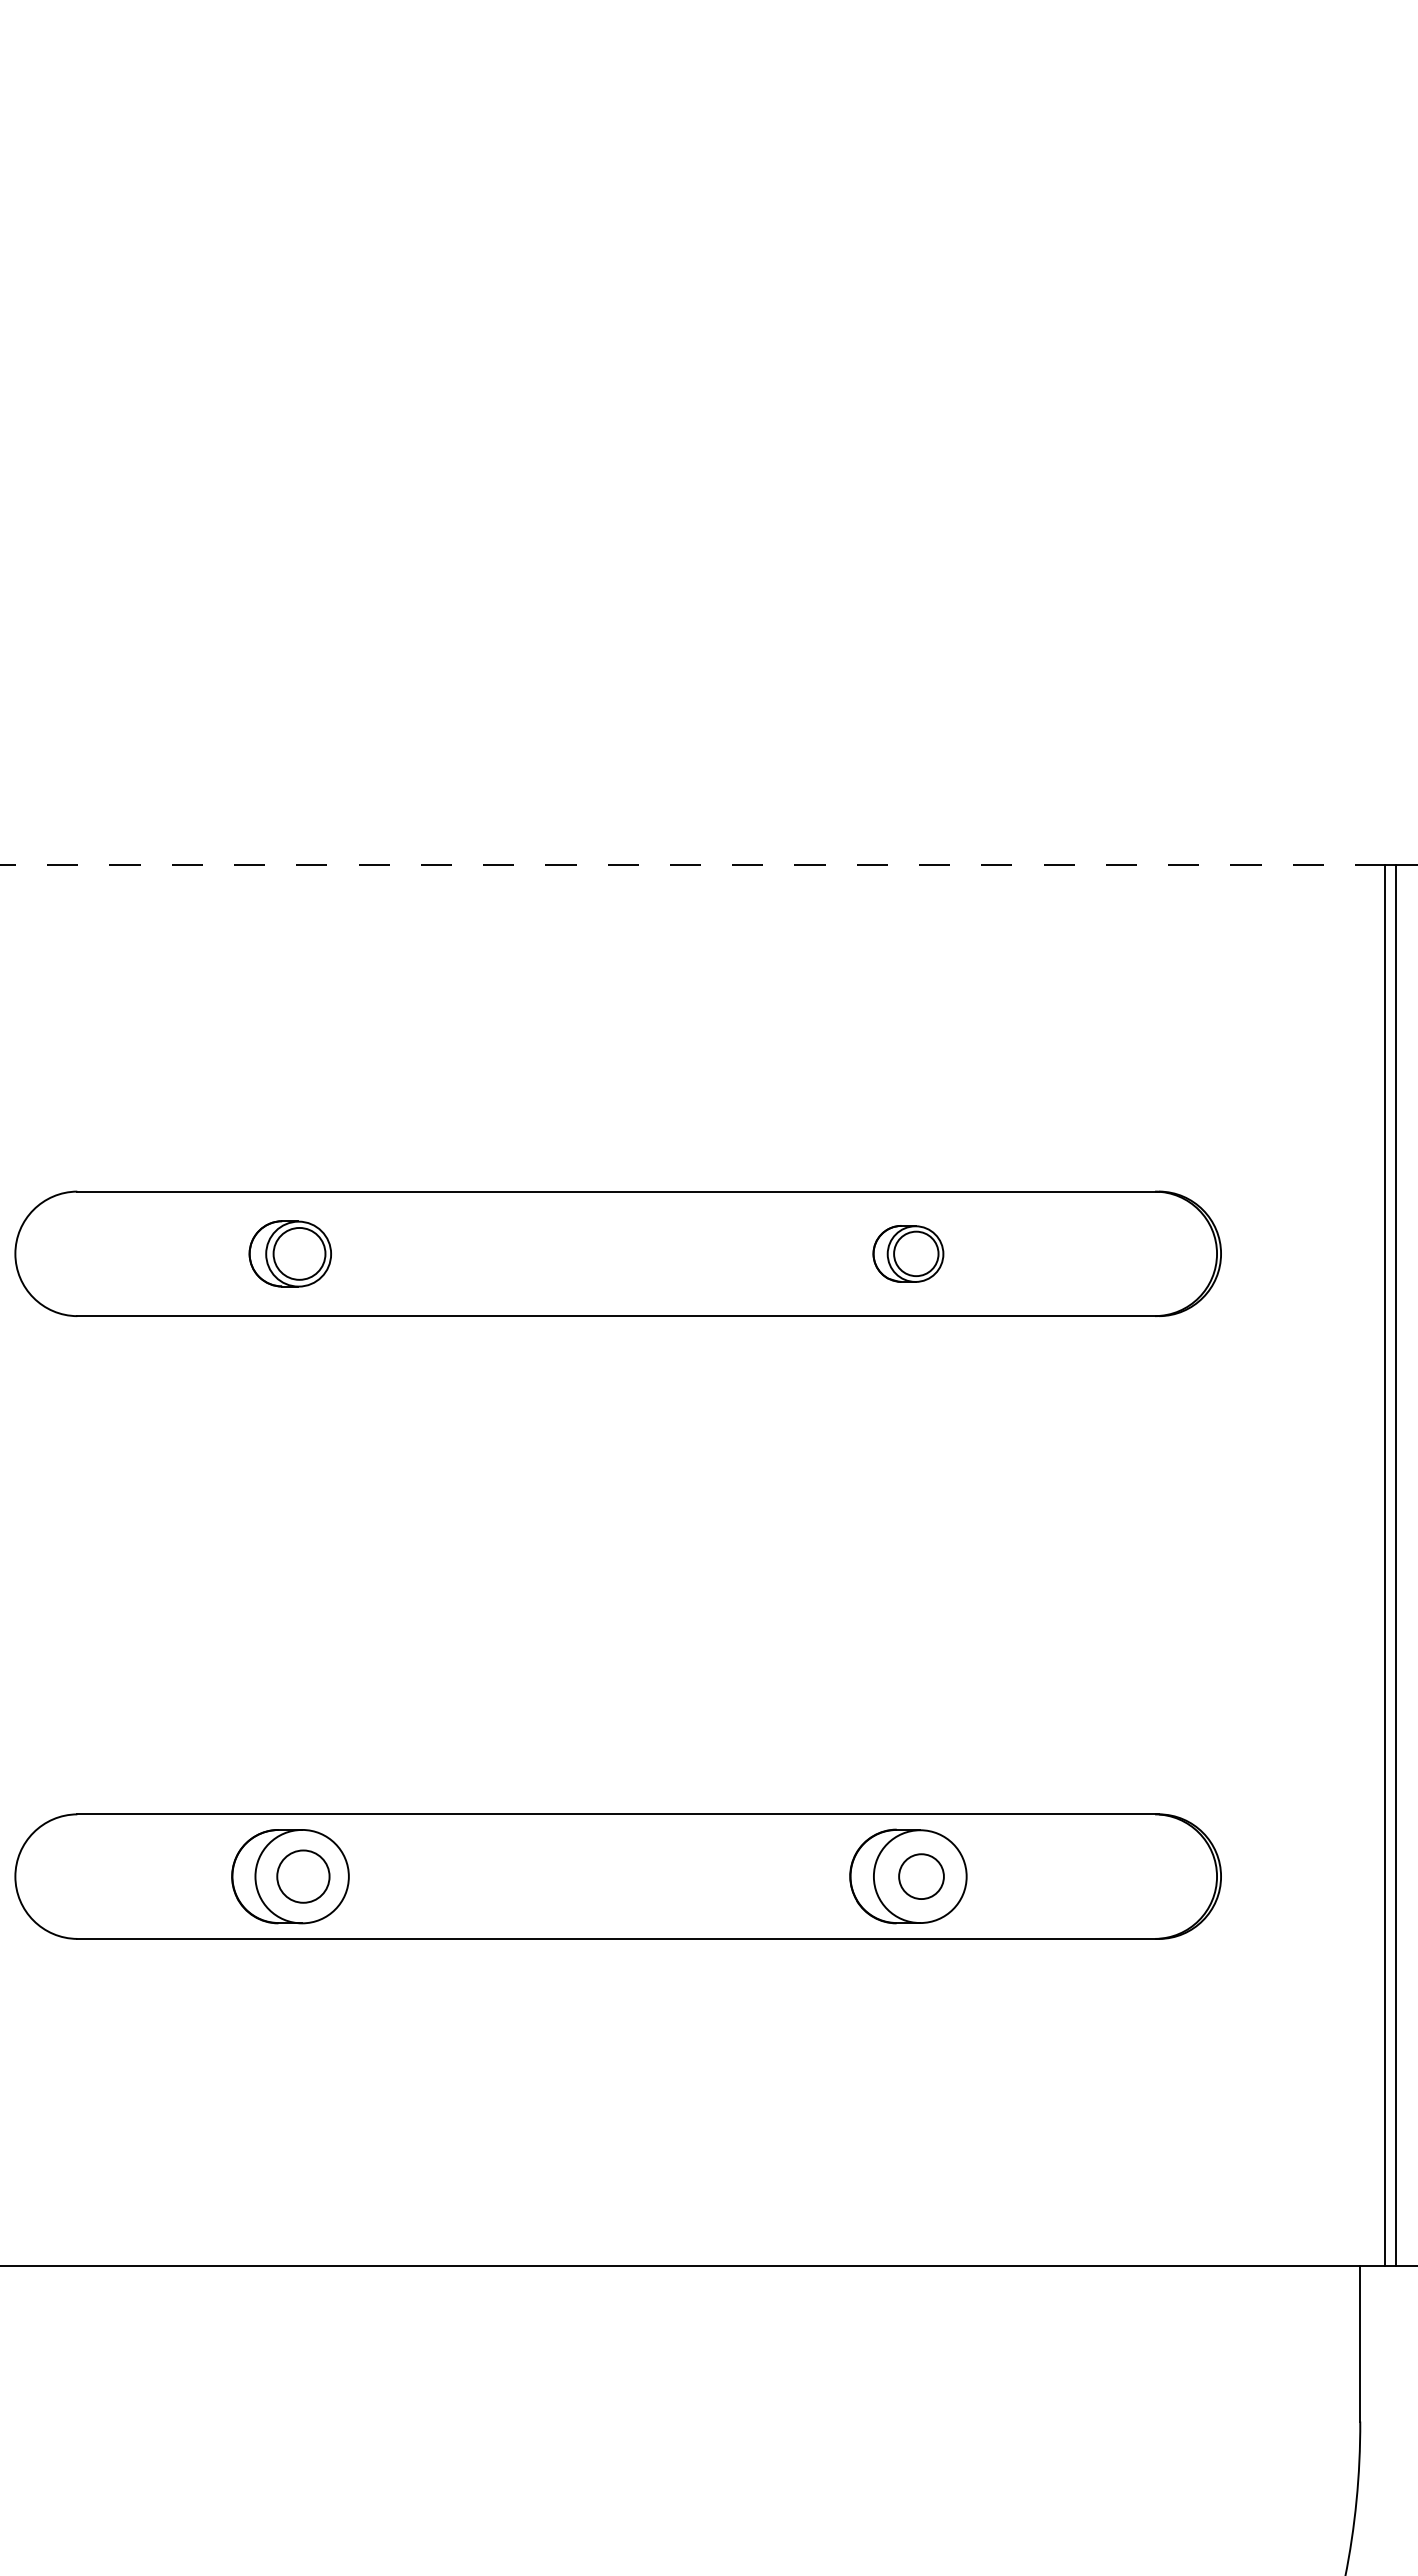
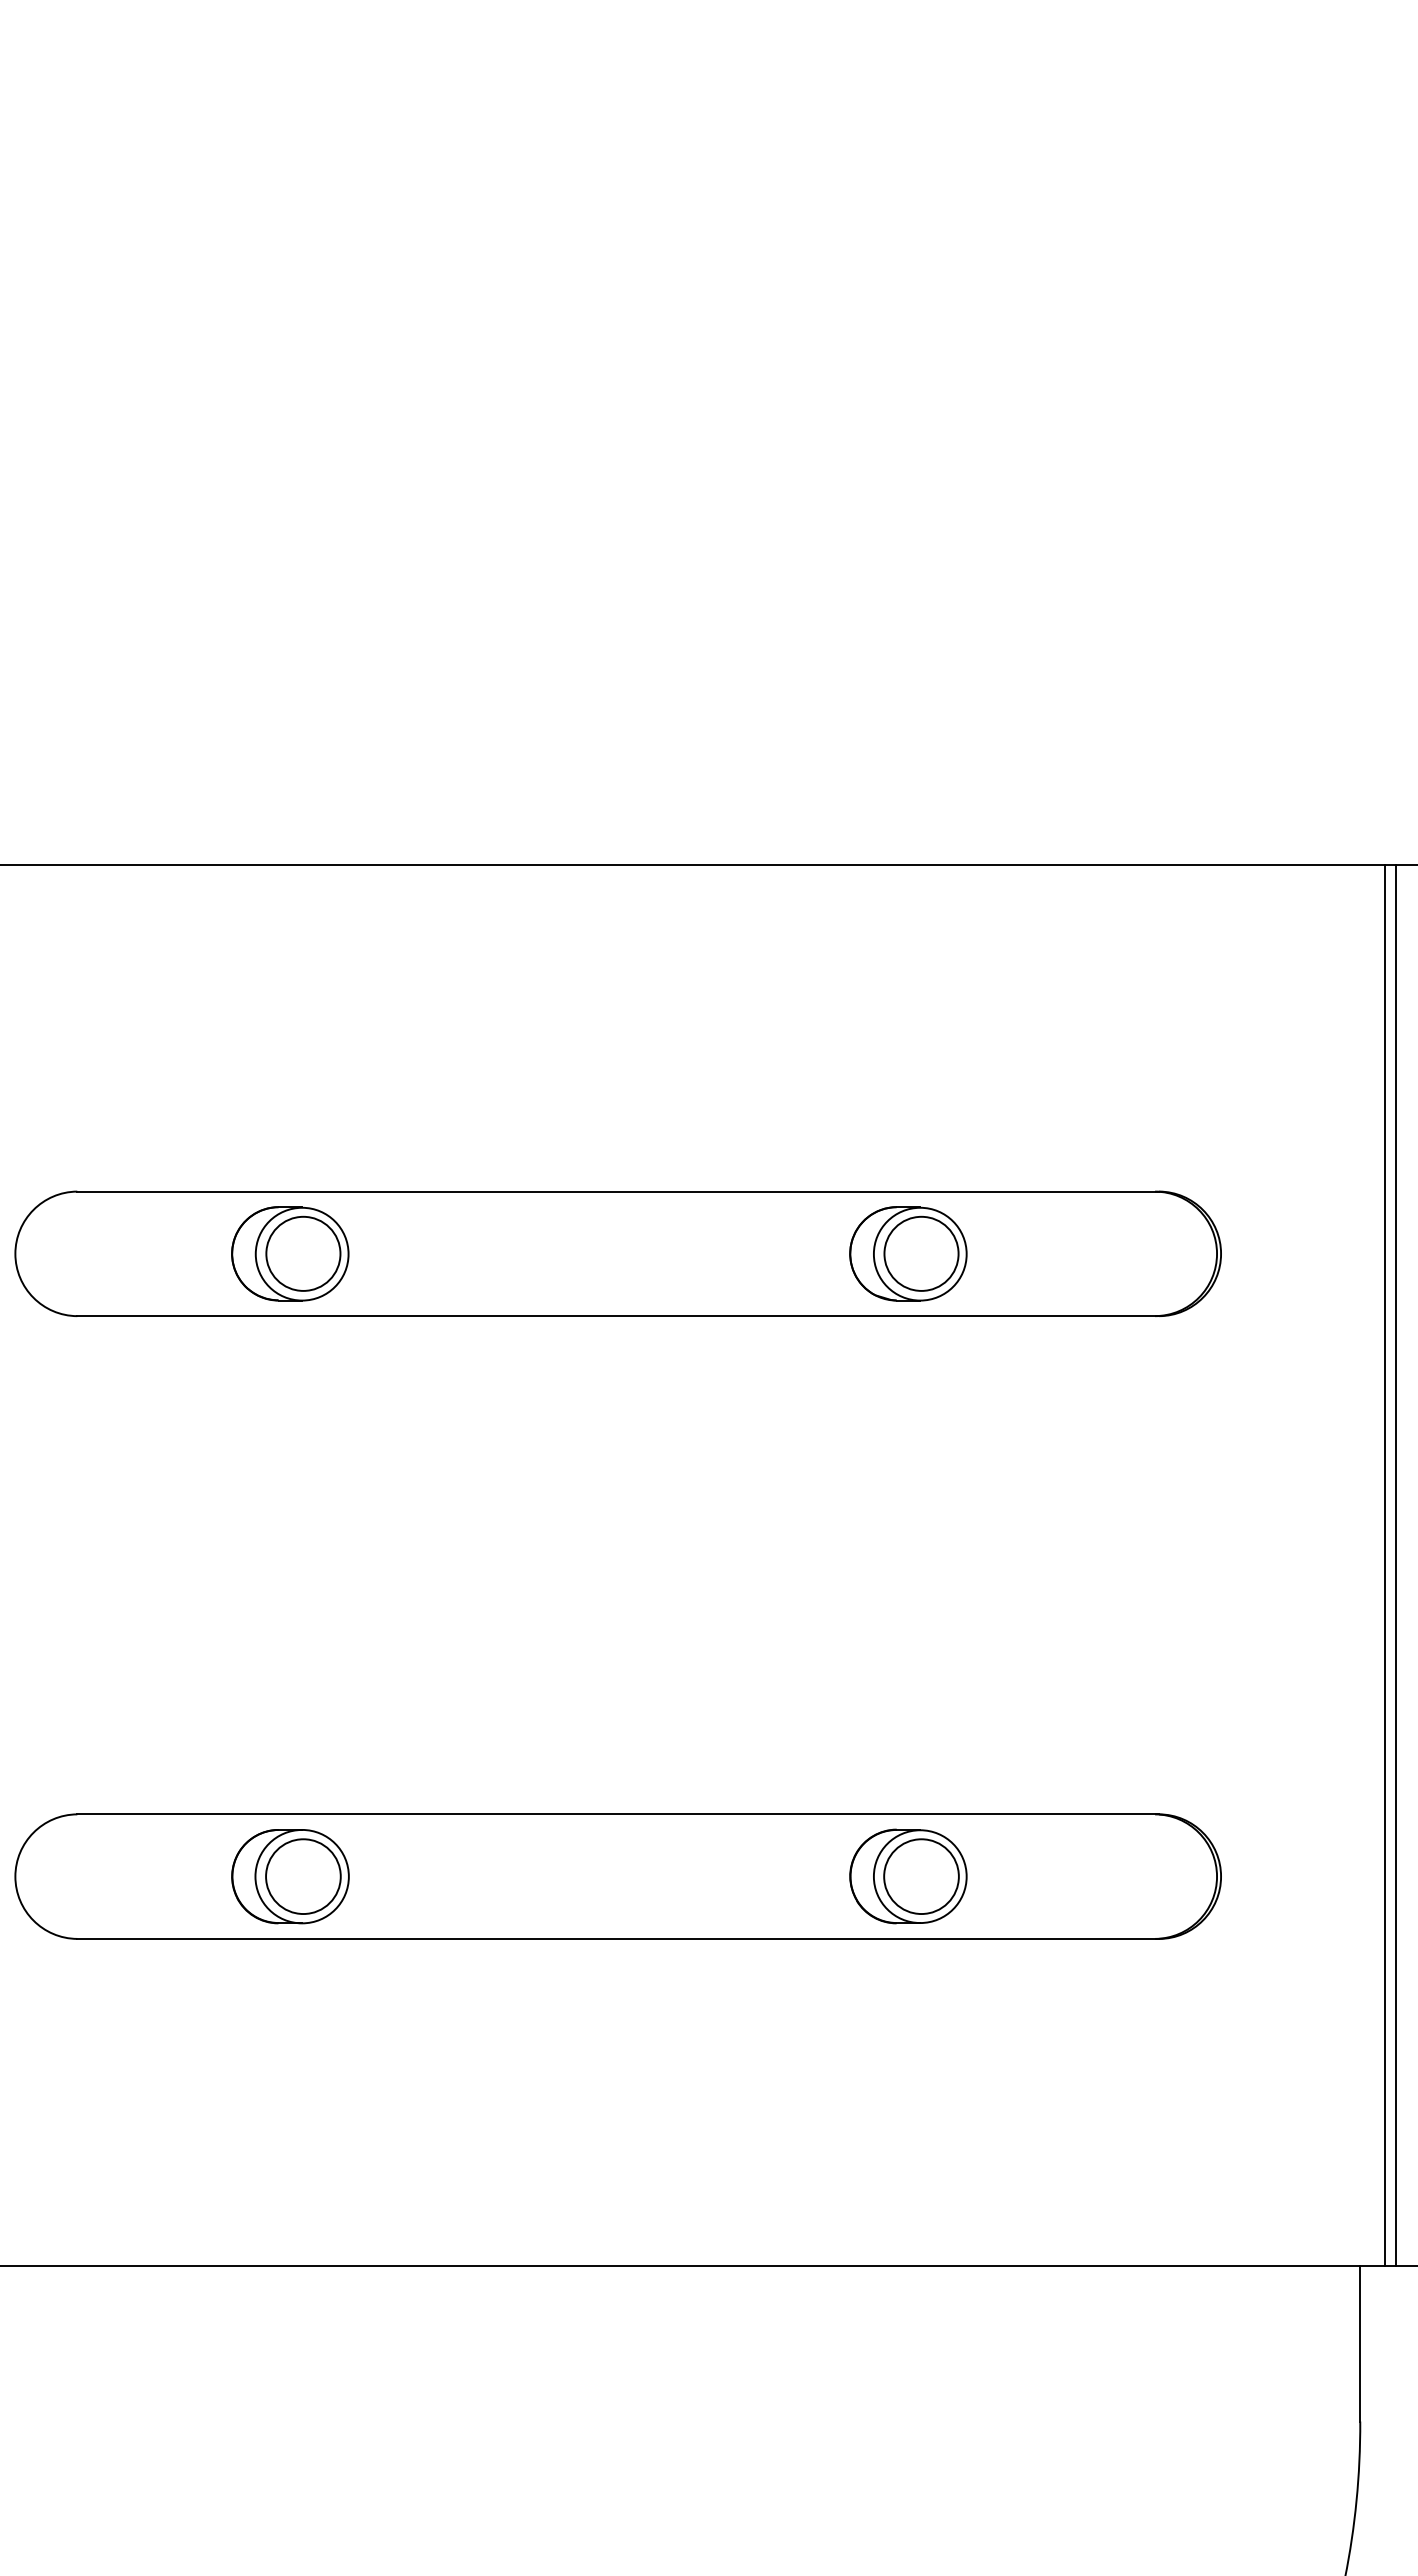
line at (693, 864): dashed -> solid
part at (289, 1253) size: 84x68 px -> 119x96 px
part at (908, 1253) size: 73x58 px -> 119x96 px
circle at (303, 1876) diameter: 52 px -> 75 px
circle at (921, 1876) diameter: 45 px -> 75 px
